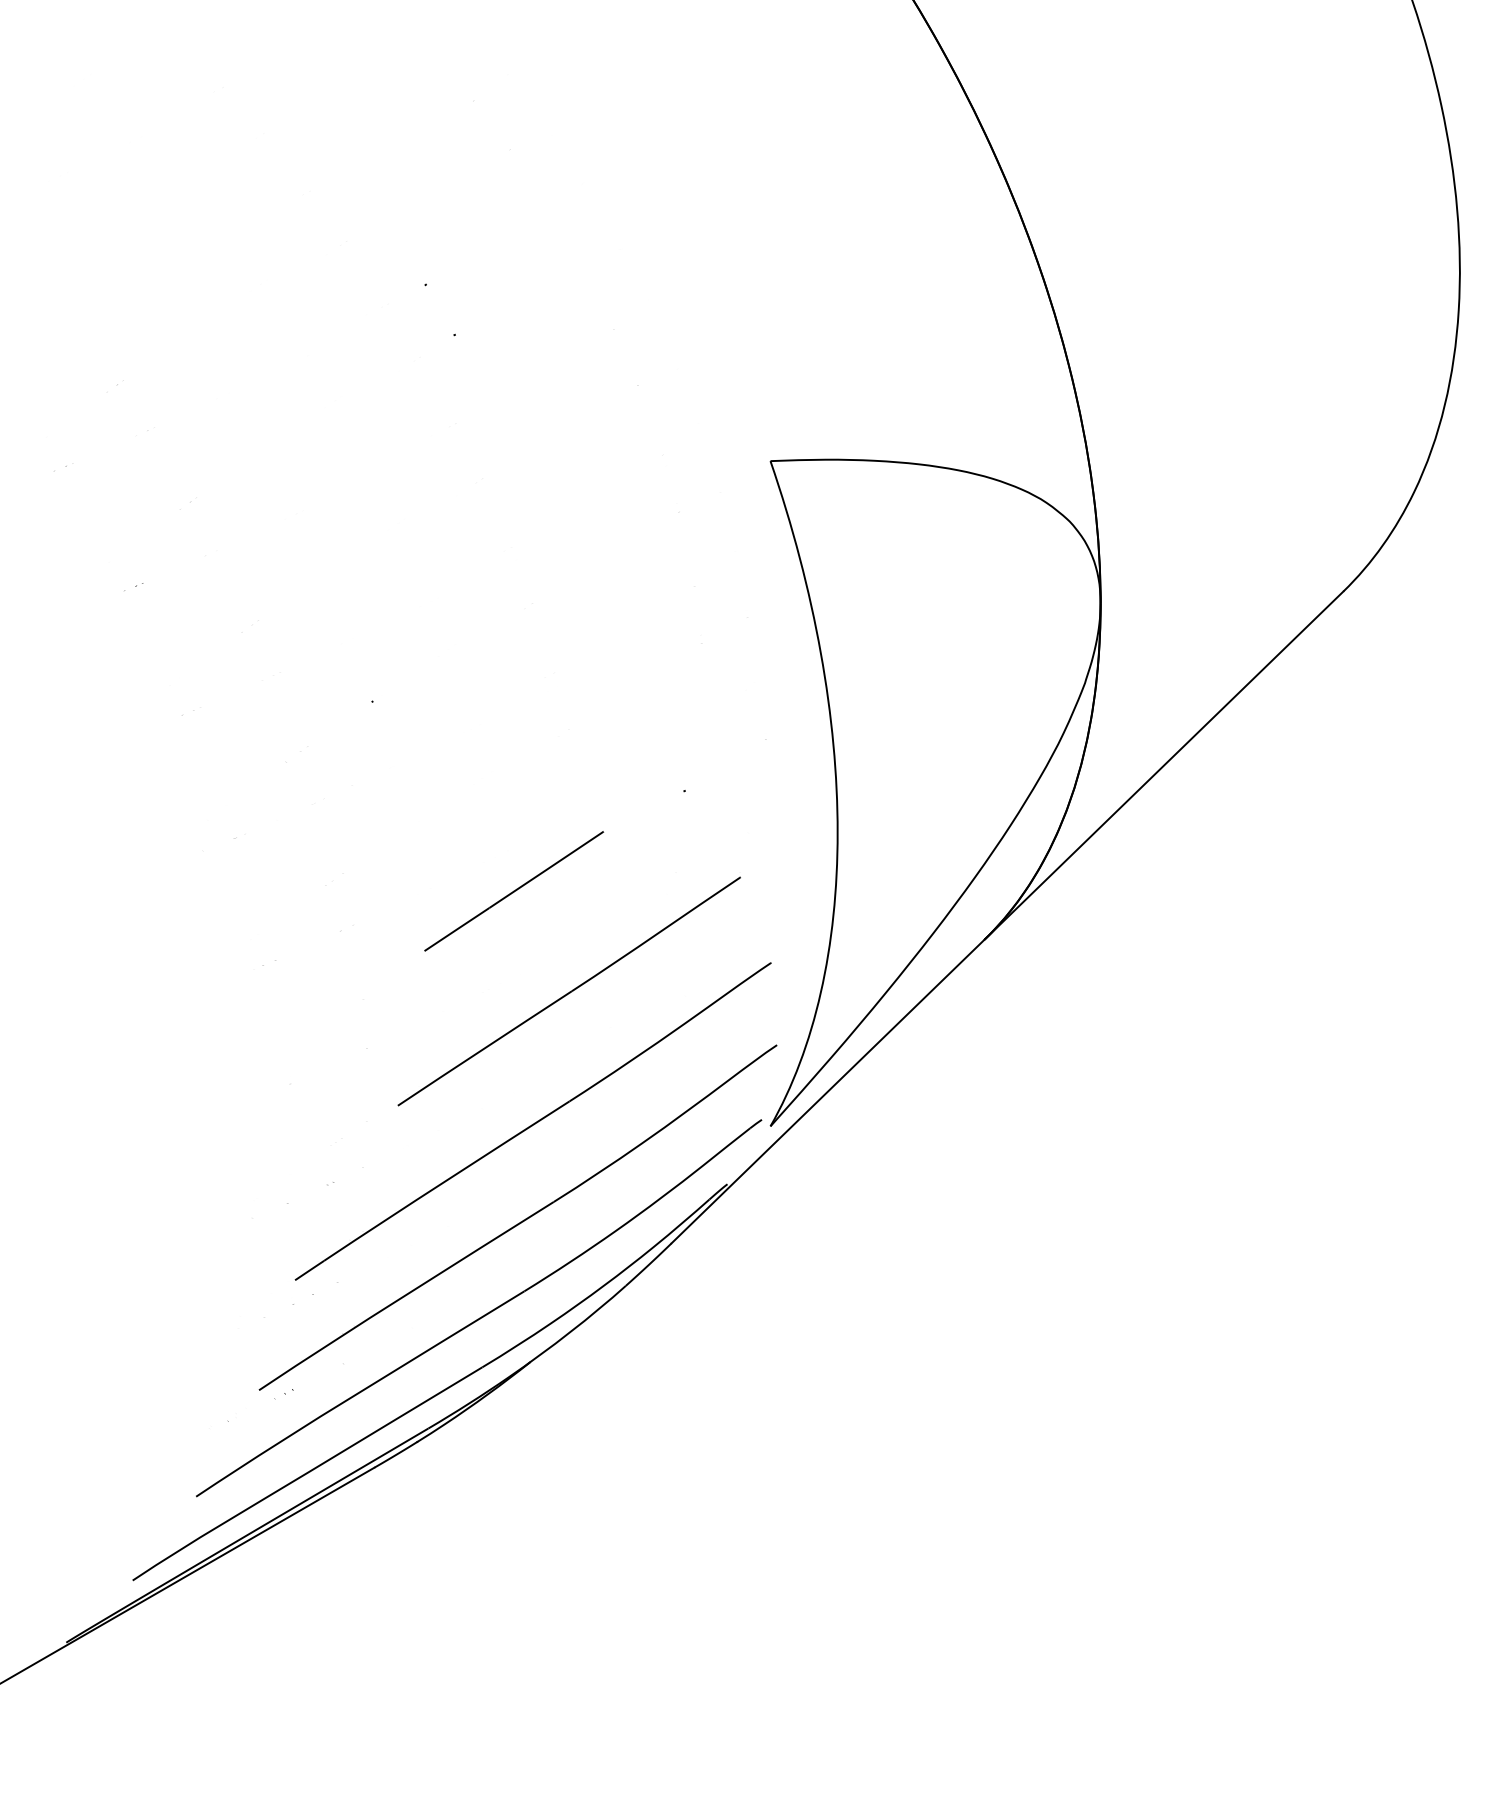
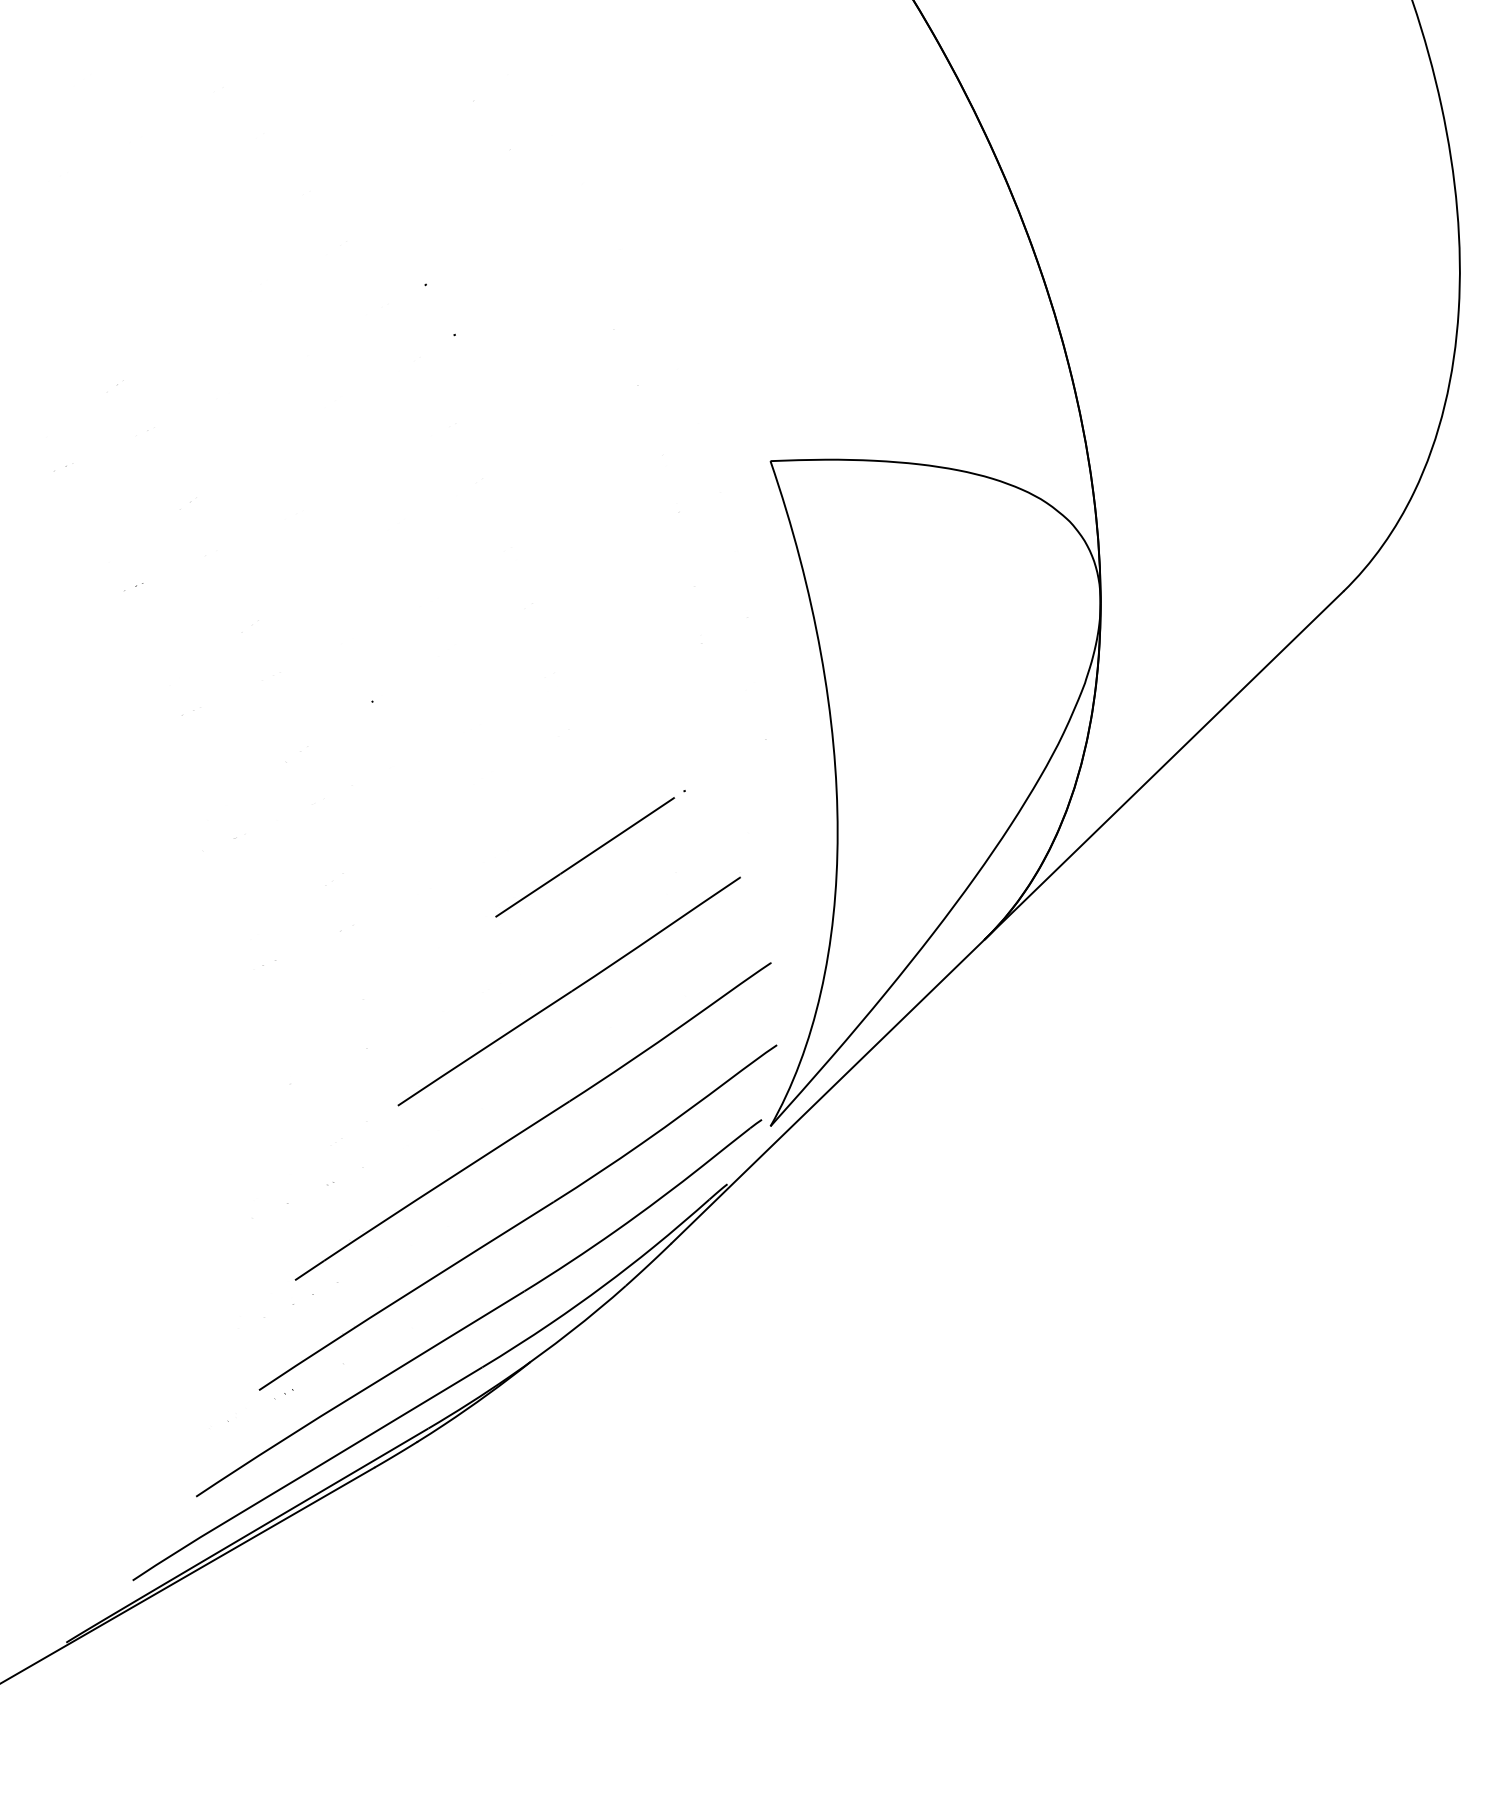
line at (514, 891) position: (514, 891) -> (585, 857)
